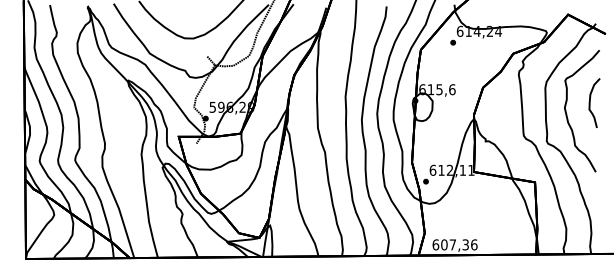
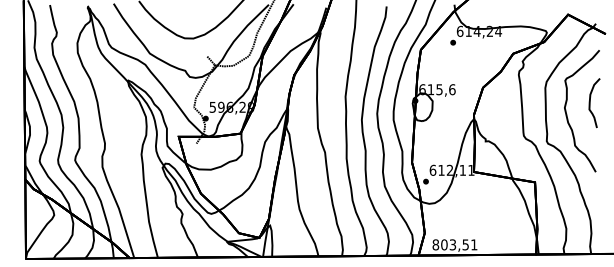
text at (454, 244): 607,36 -> 803,51
